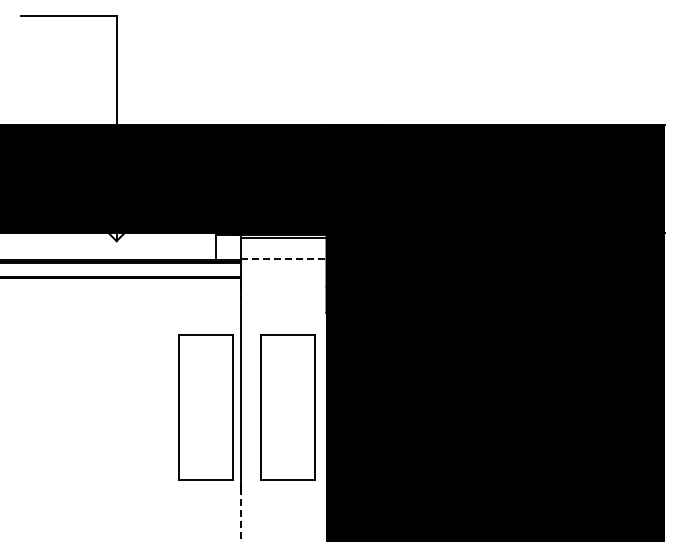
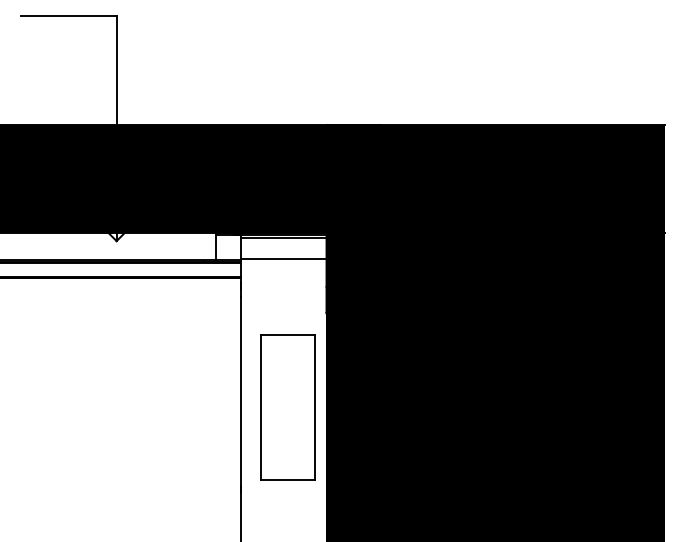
line at (283, 259): dashed -> solid
part at (205, 407): present -> none
line at (240, 516): dashed -> solid
